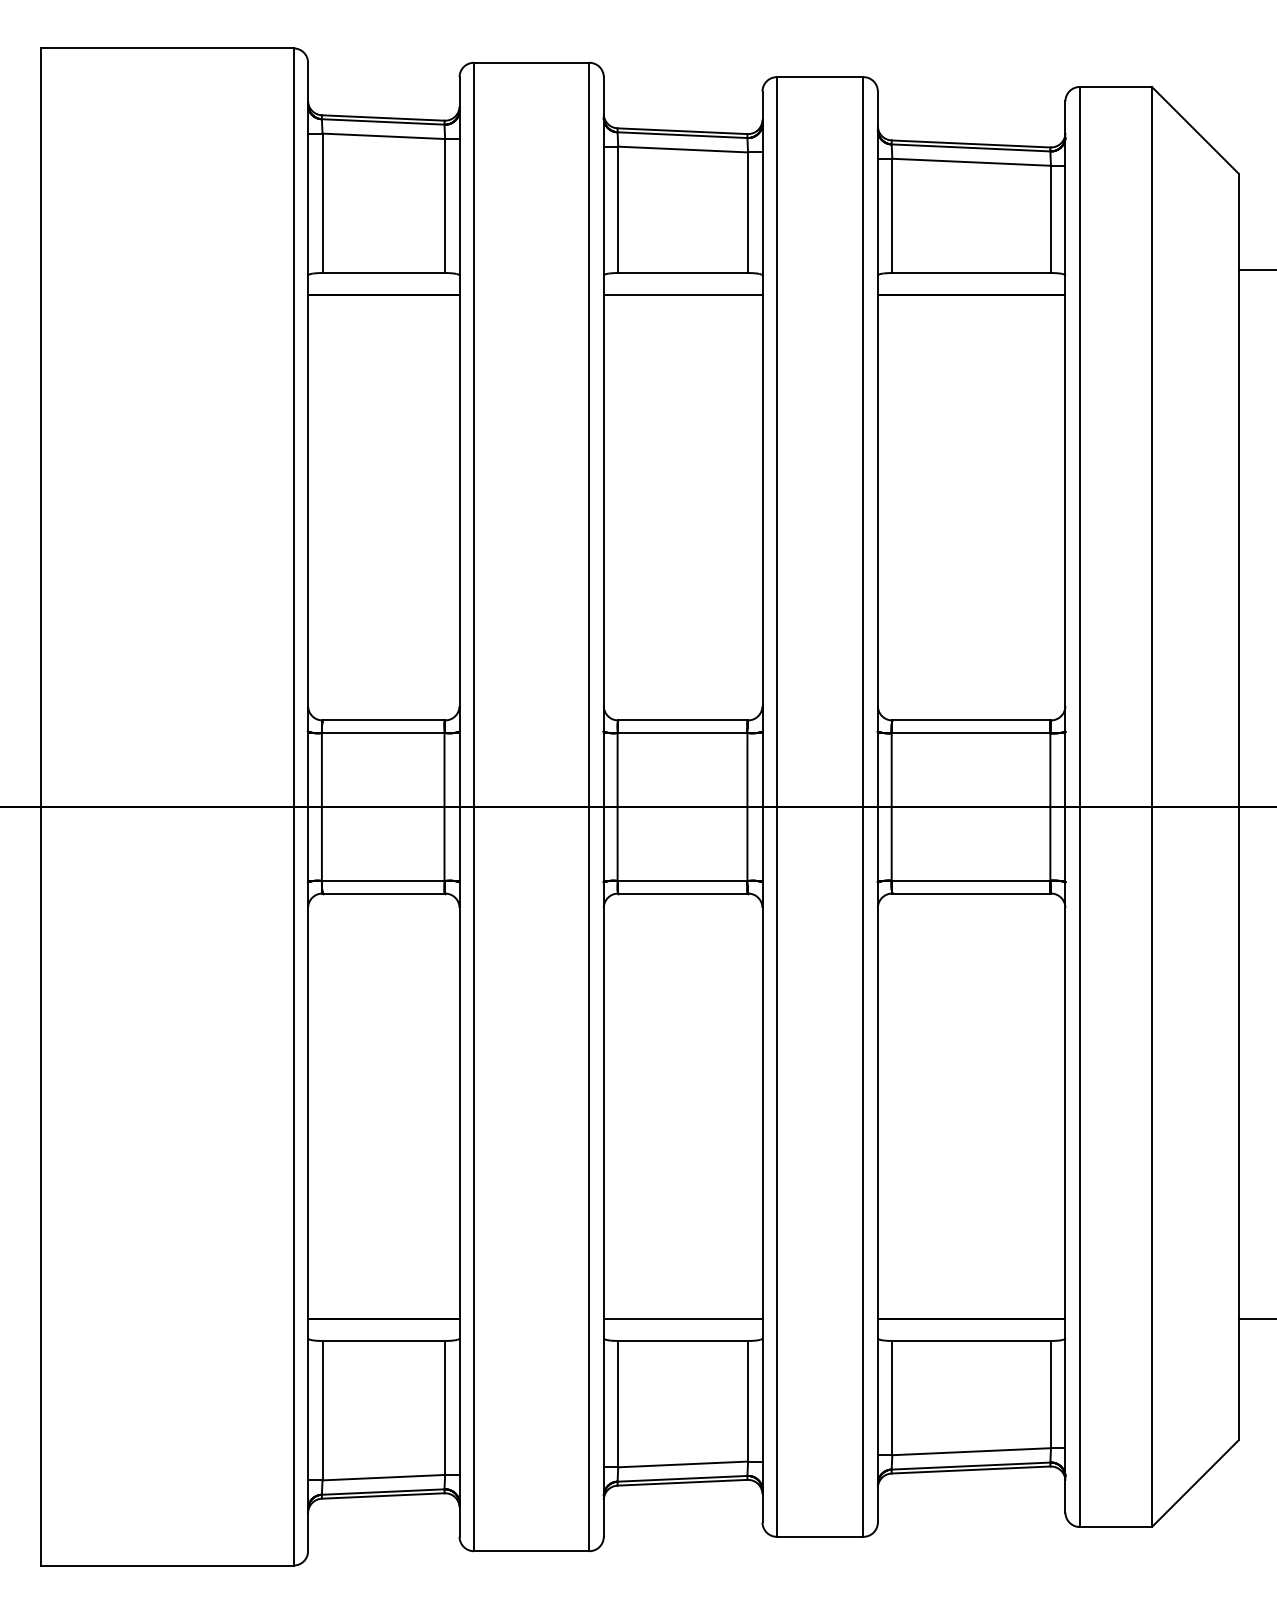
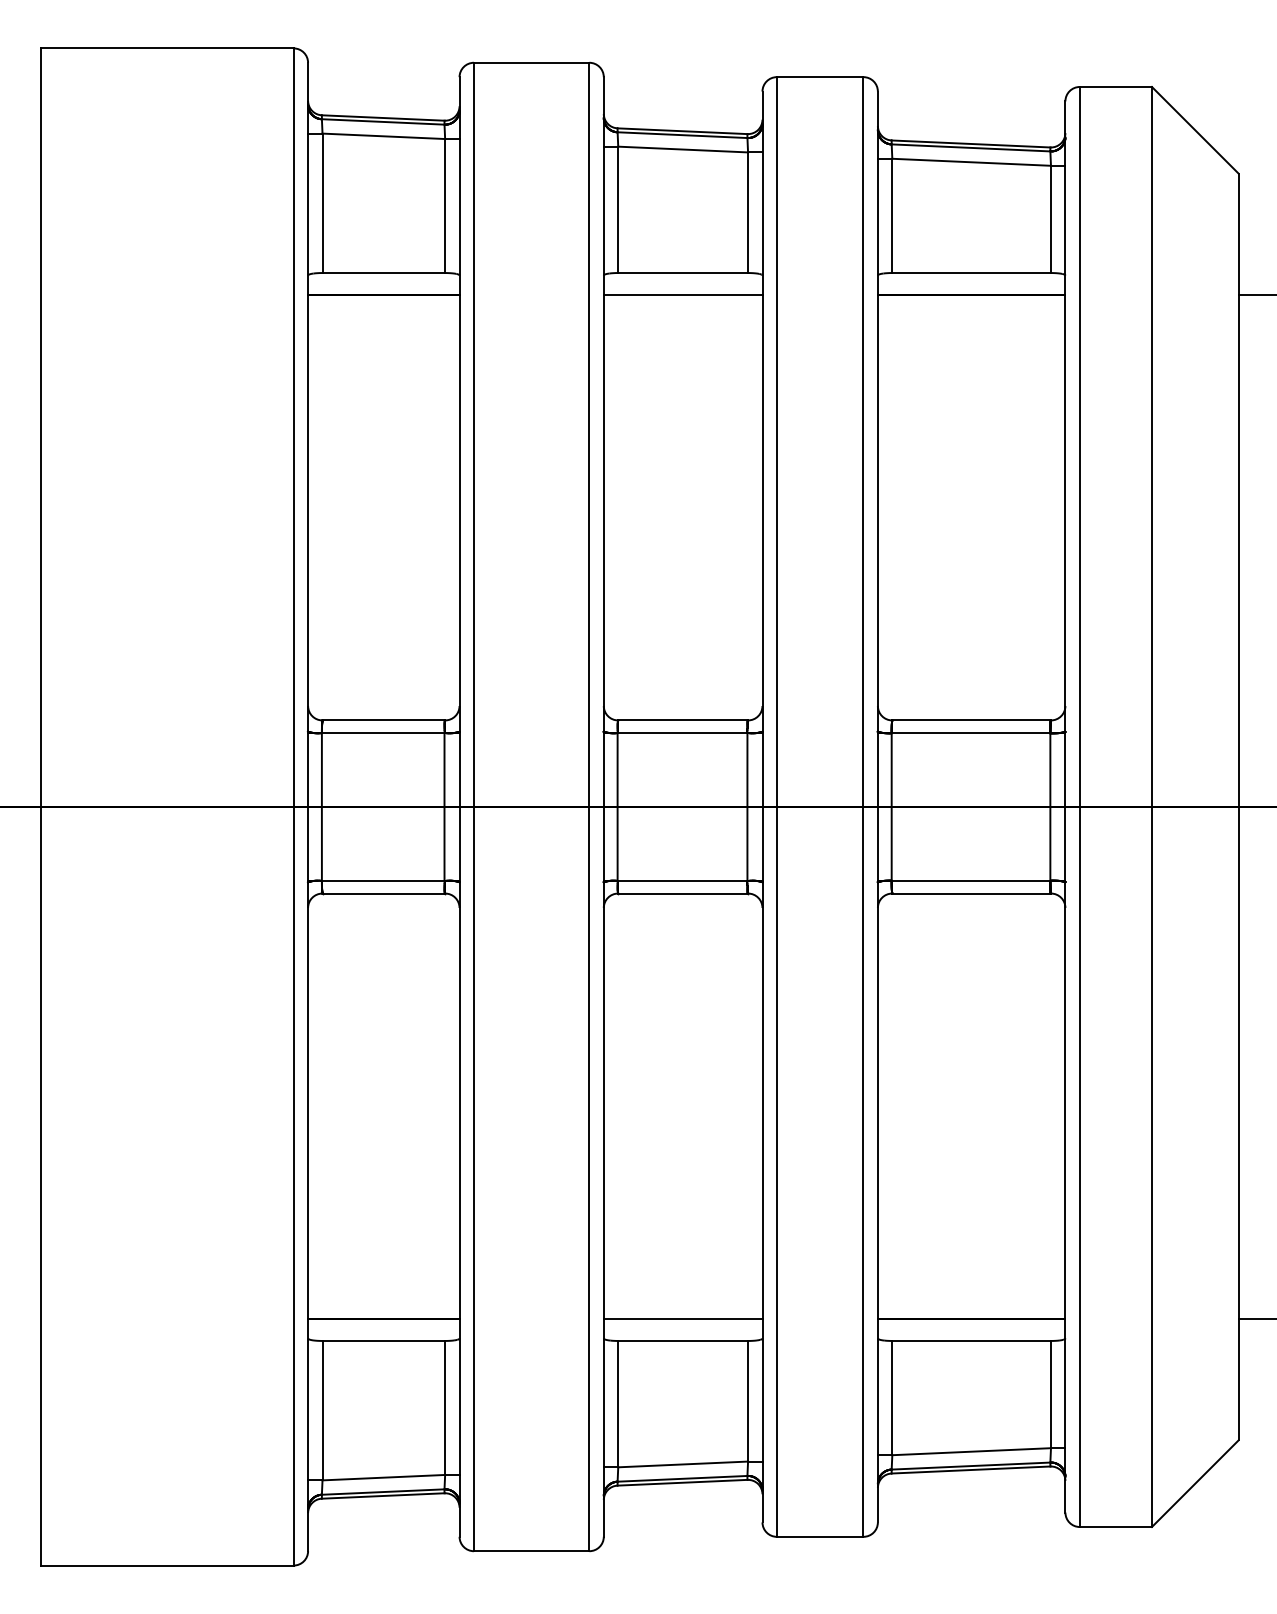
line at (1255, 269) position: (1255, 269) -> (1255, 294)
